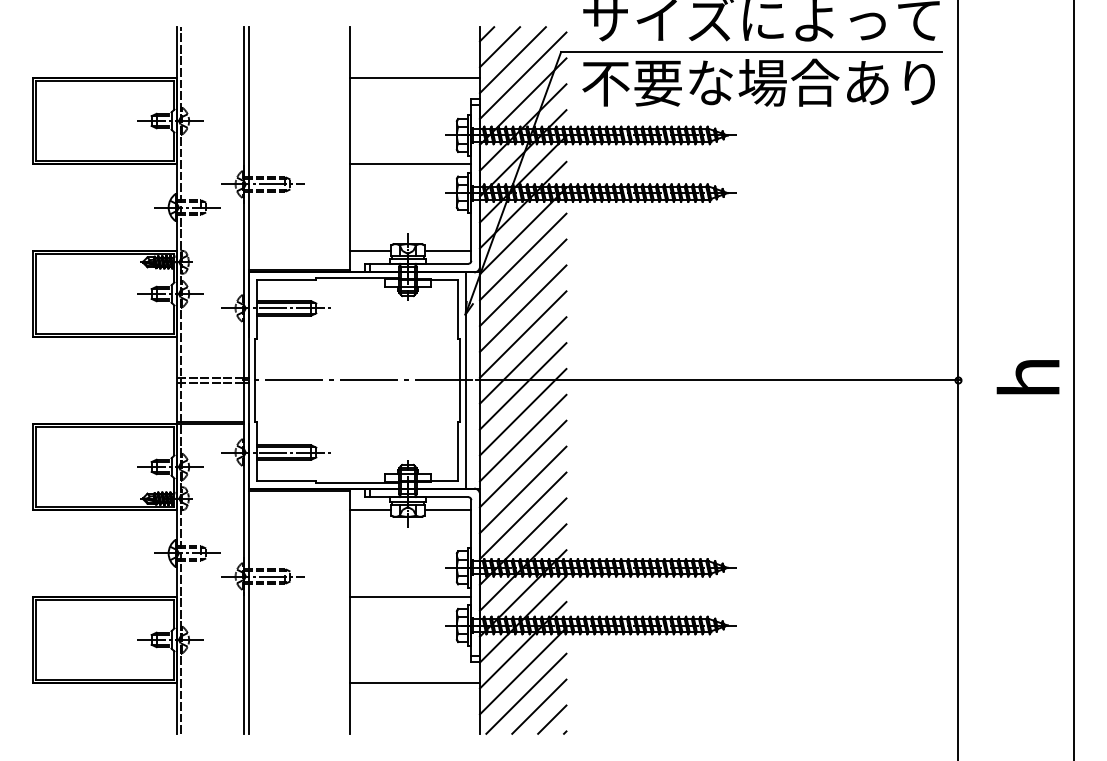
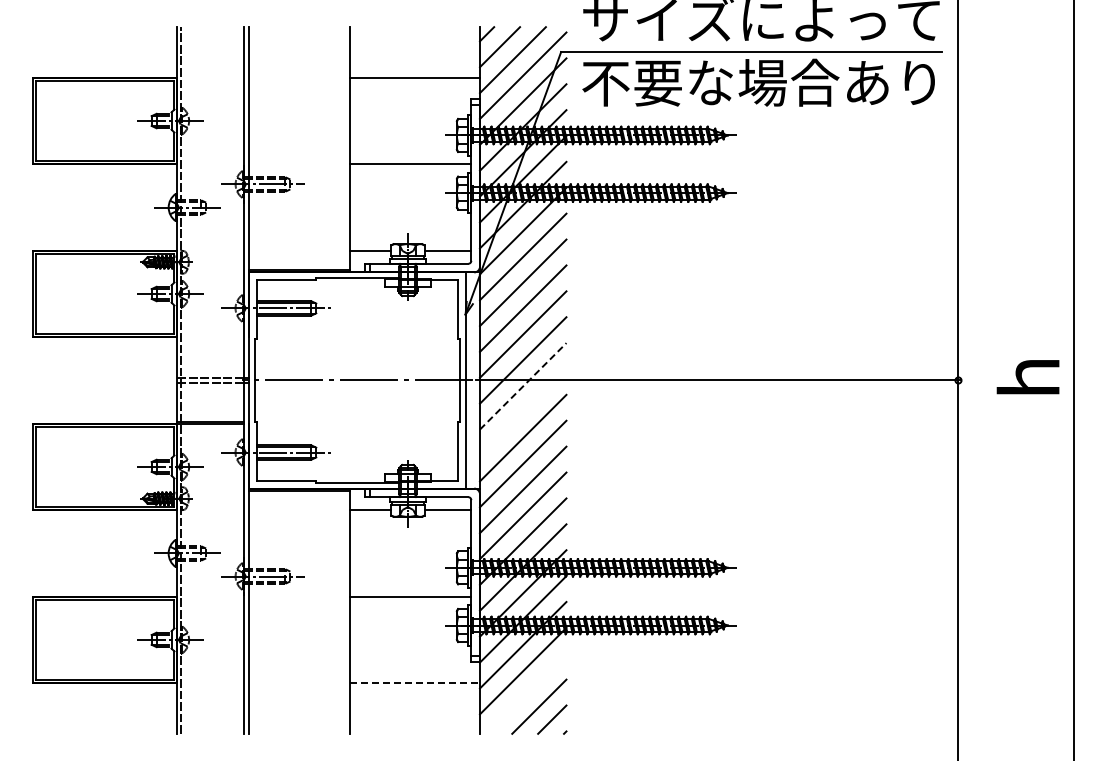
line at (523, 386): solid -> dashed
line at (522, 411): present -> none
line at (415, 683): solid -> dashed
line at (526, 693): present -> none
